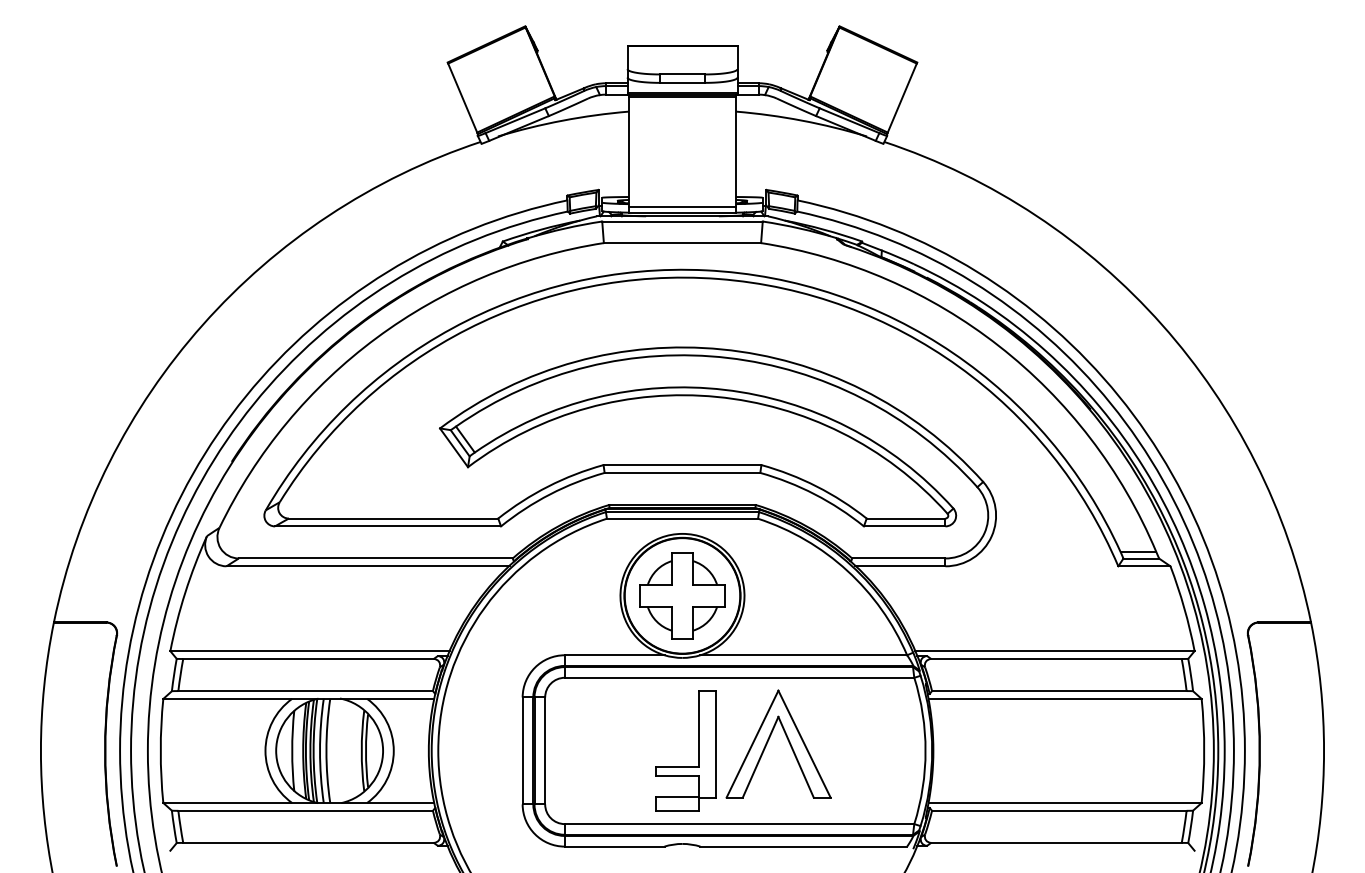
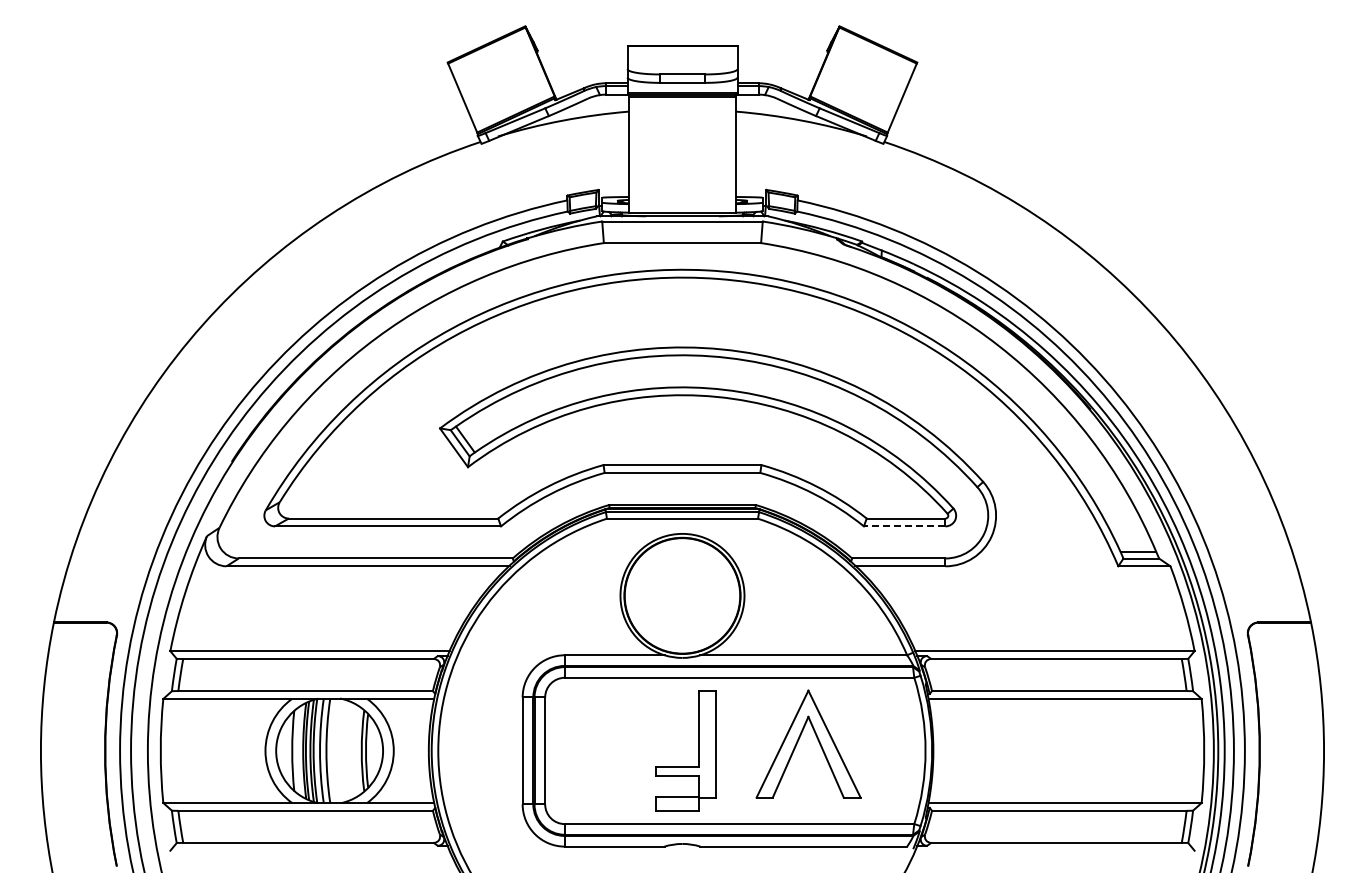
line at (682, 207): present -> none
line at (904, 526): solid -> dashed
part at (682, 595): present -> none
part at (786, 738) position: (786, 738) -> (816, 738)
